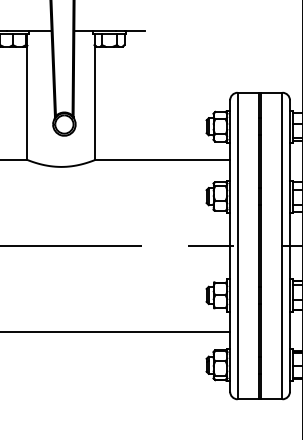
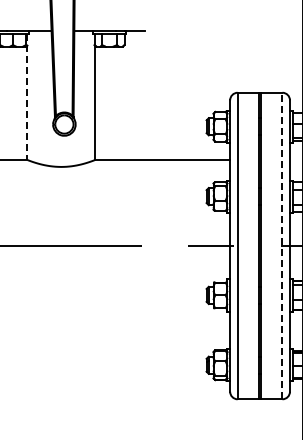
line at (27, 97): solid -> dashed
line at (282, 245): solid -> dashed
line at (116, 332): present -> none
